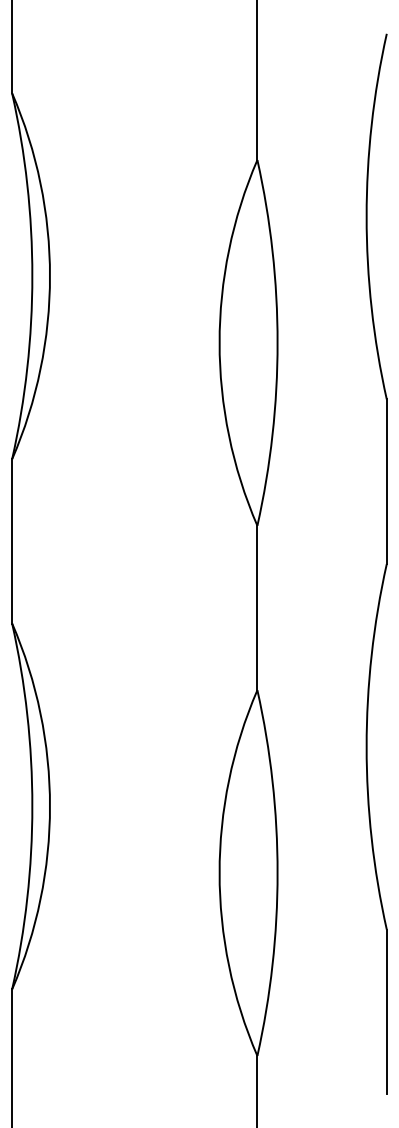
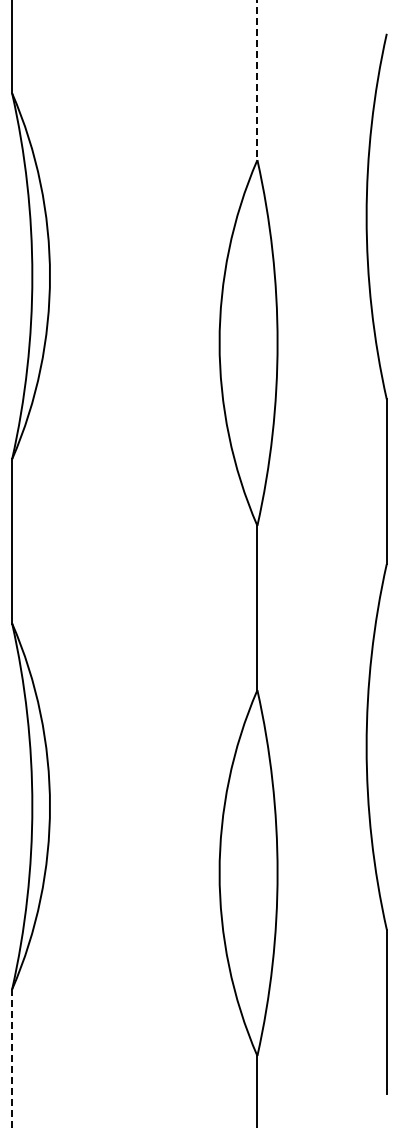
line at (257, 80): solid -> dashed
line at (12, 1059): solid -> dashed
